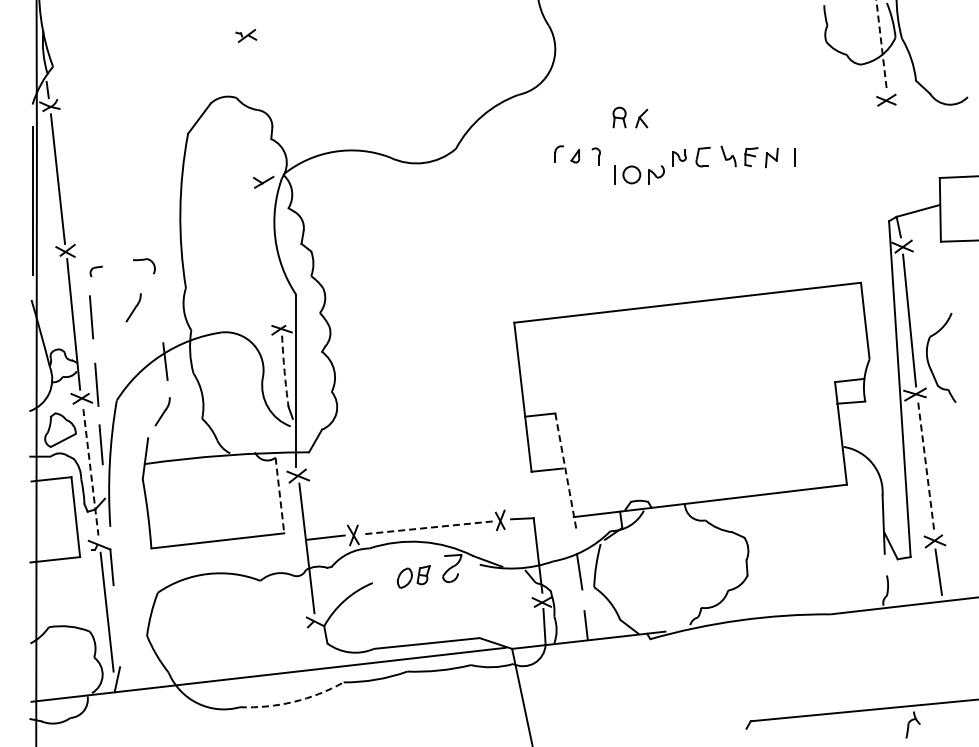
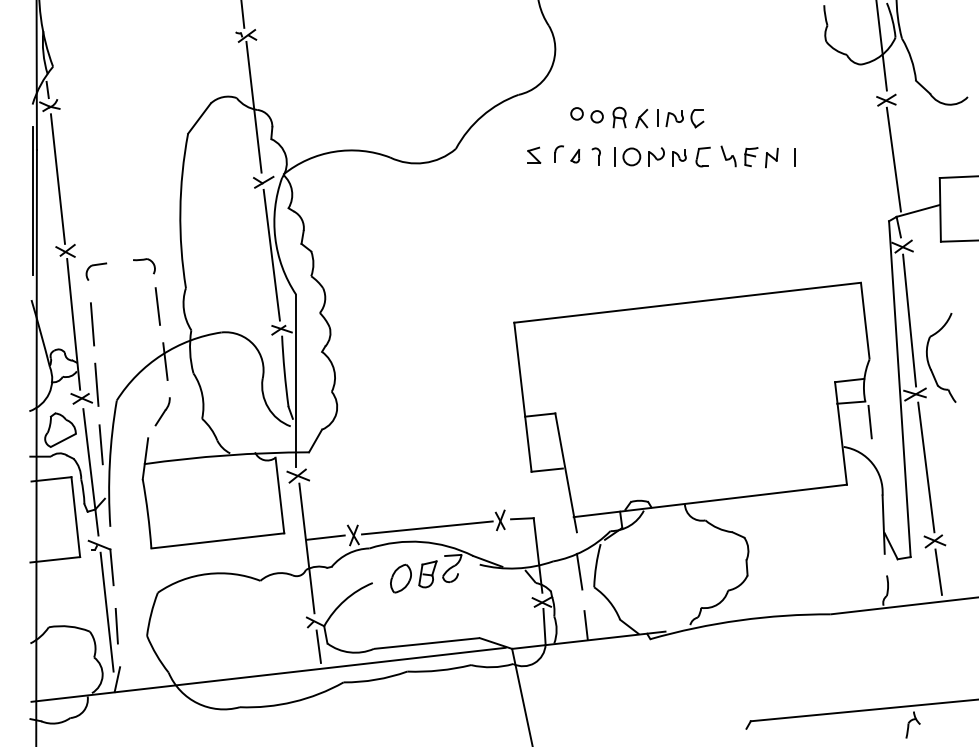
line at (242, 14): none -> present
line at (881, 46): dashed -> solid
line at (253, 106): none -> present
part at (586, 115): none -> present
part at (680, 118): none -> present
part at (534, 154): none -> present
line at (893, 159): none -> present
part at (639, 174) position: (639, 174) -> (639, 156)
line at (271, 254): none -> present
part at (95, 271) size: 14x13 px -> 23x19 px
line at (157, 306): none -> present
part at (133, 307): present -> none
line at (91, 317) position: (91, 317) -> (92, 324)
arc at (284, 371): dashed -> solid
line at (869, 421): none -> present
line at (926, 467): dashed -> solid
line at (90, 472): dashed -> solid
line at (566, 473): dashed -> solid
line at (279, 496): dashed -> solid
line at (427, 527): dashed -> solid
part at (413, 576) size: 35x24 px -> 48x34 px
line at (116, 625): none -> present
line at (318, 646): none -> present
arc at (293, 701): dashed -> solid
